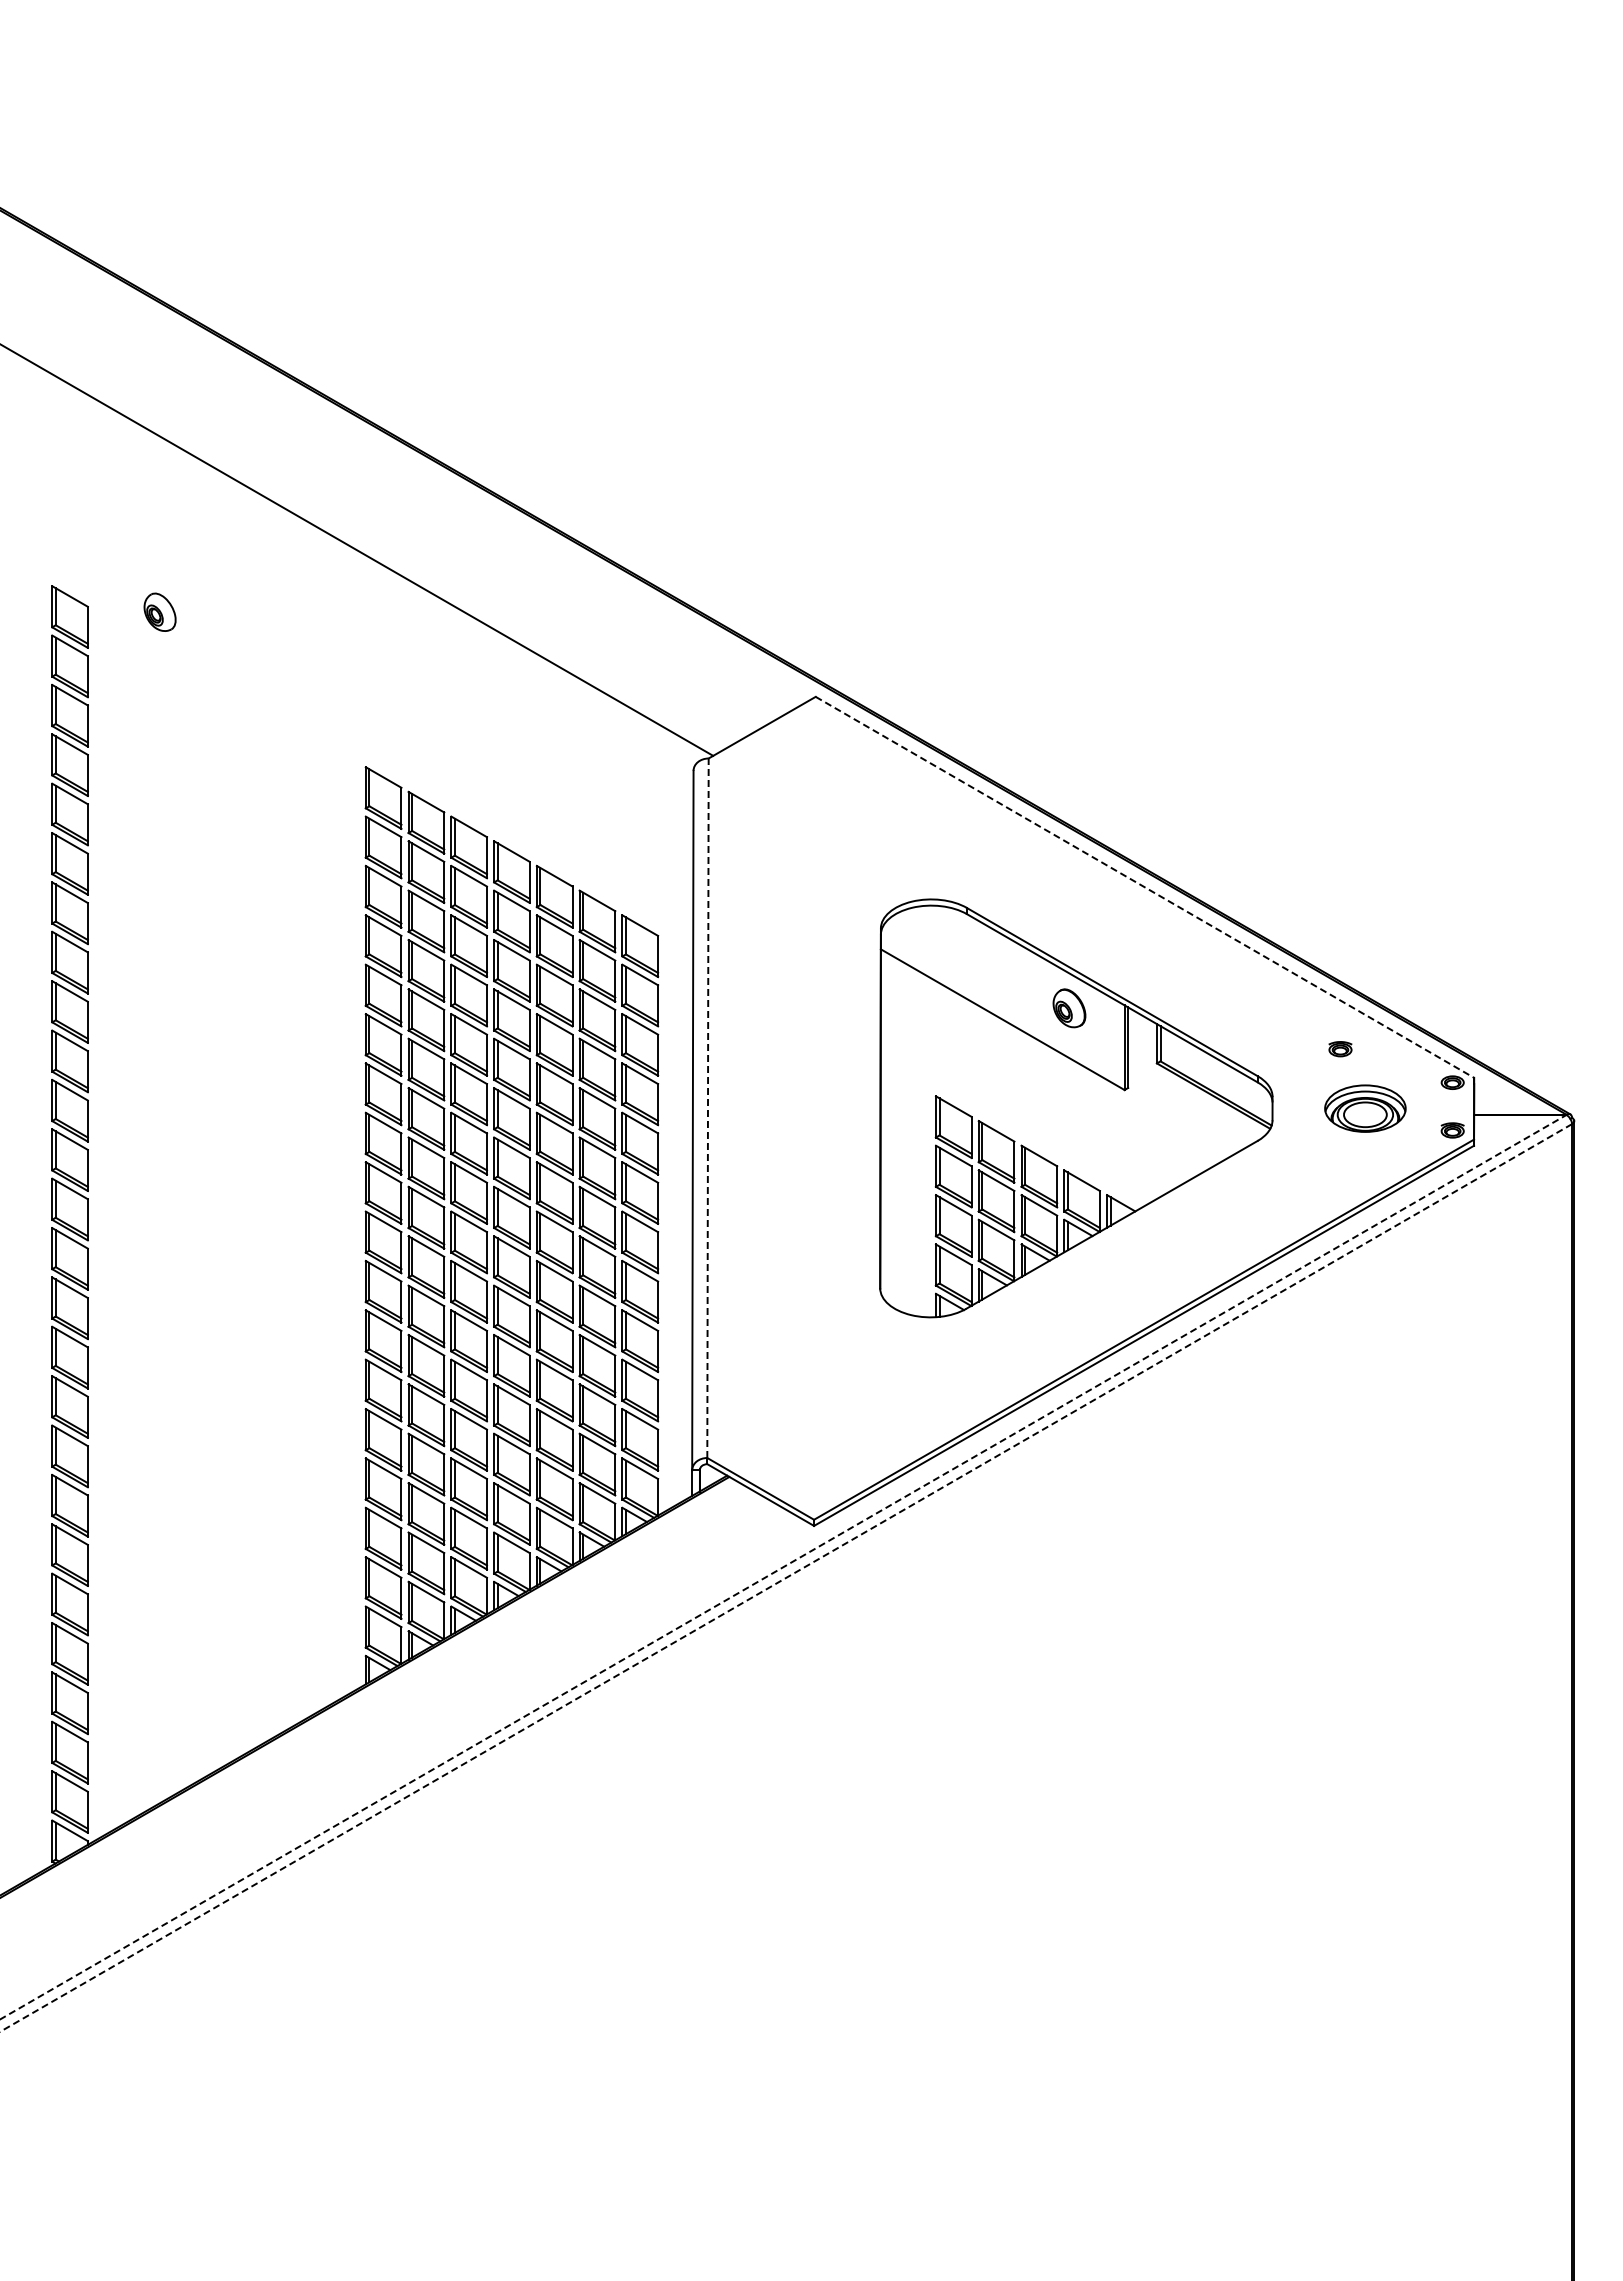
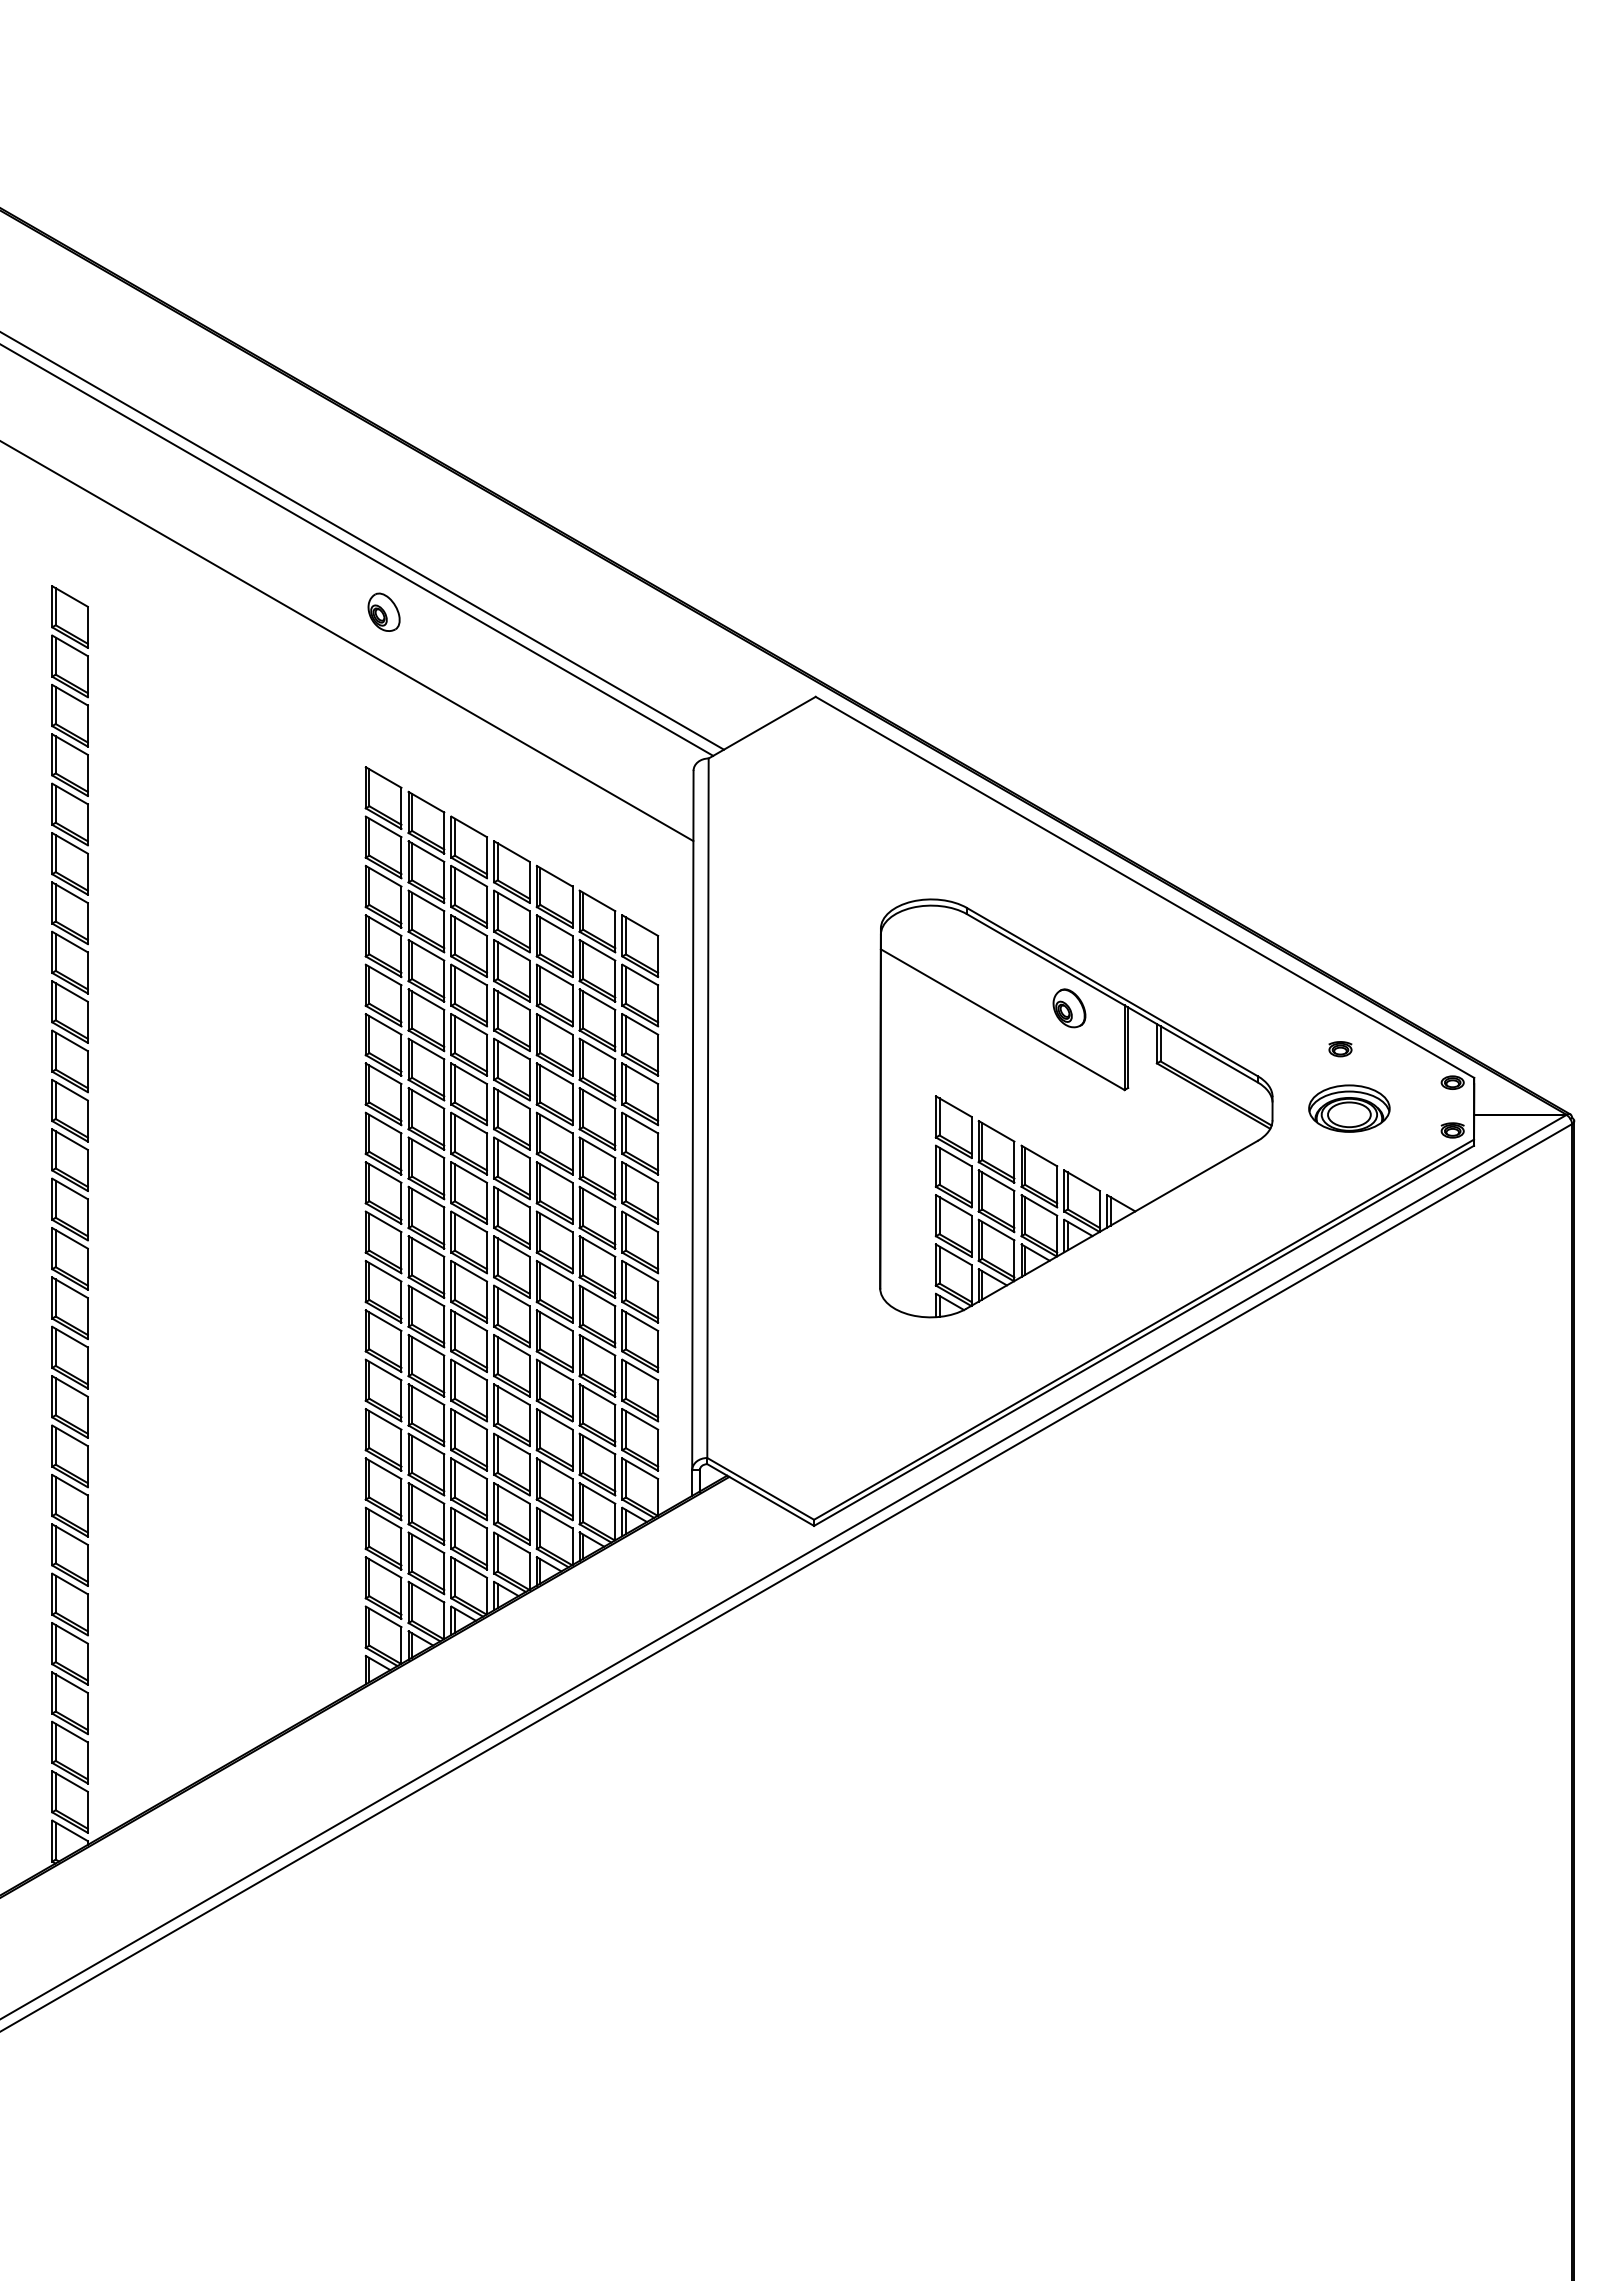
line at (362, 541): none -> present
part at (159, 611) position: (159, 611) -> (383, 611)
line at (347, 641): none -> present
line at (1145, 887): dashed -> solid
line at (707, 1108): dashed -> solid
part at (1365, 1108) position: (1365, 1108) -> (1349, 1108)
line at (783, 1566): dashed -> solid
line at (785, 1578): dashed -> solid
